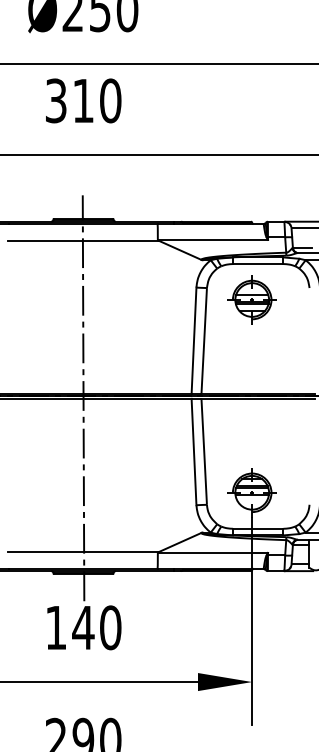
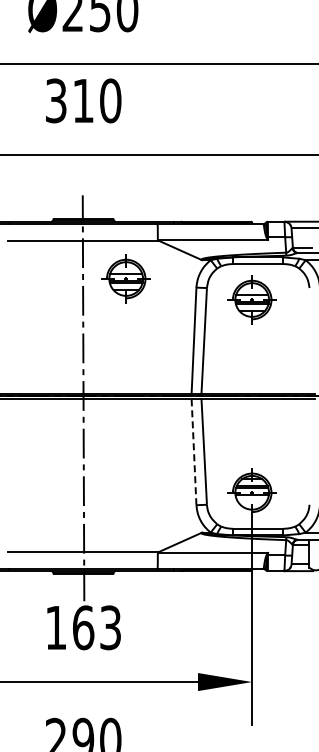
part at (125, 278): none -> present
line at (194, 451): solid -> dashed
text at (96, 627): 140 -> 163
